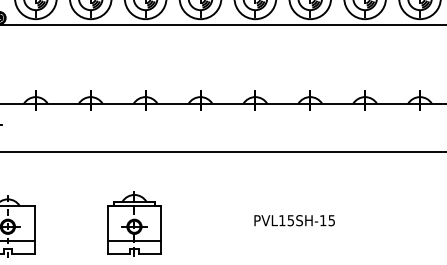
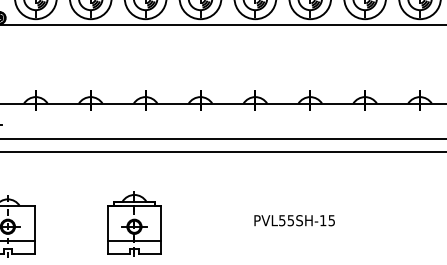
line at (222, 138): none -> present
text at (282, 220): PVL15SH-15 -> PVL55SH-15
